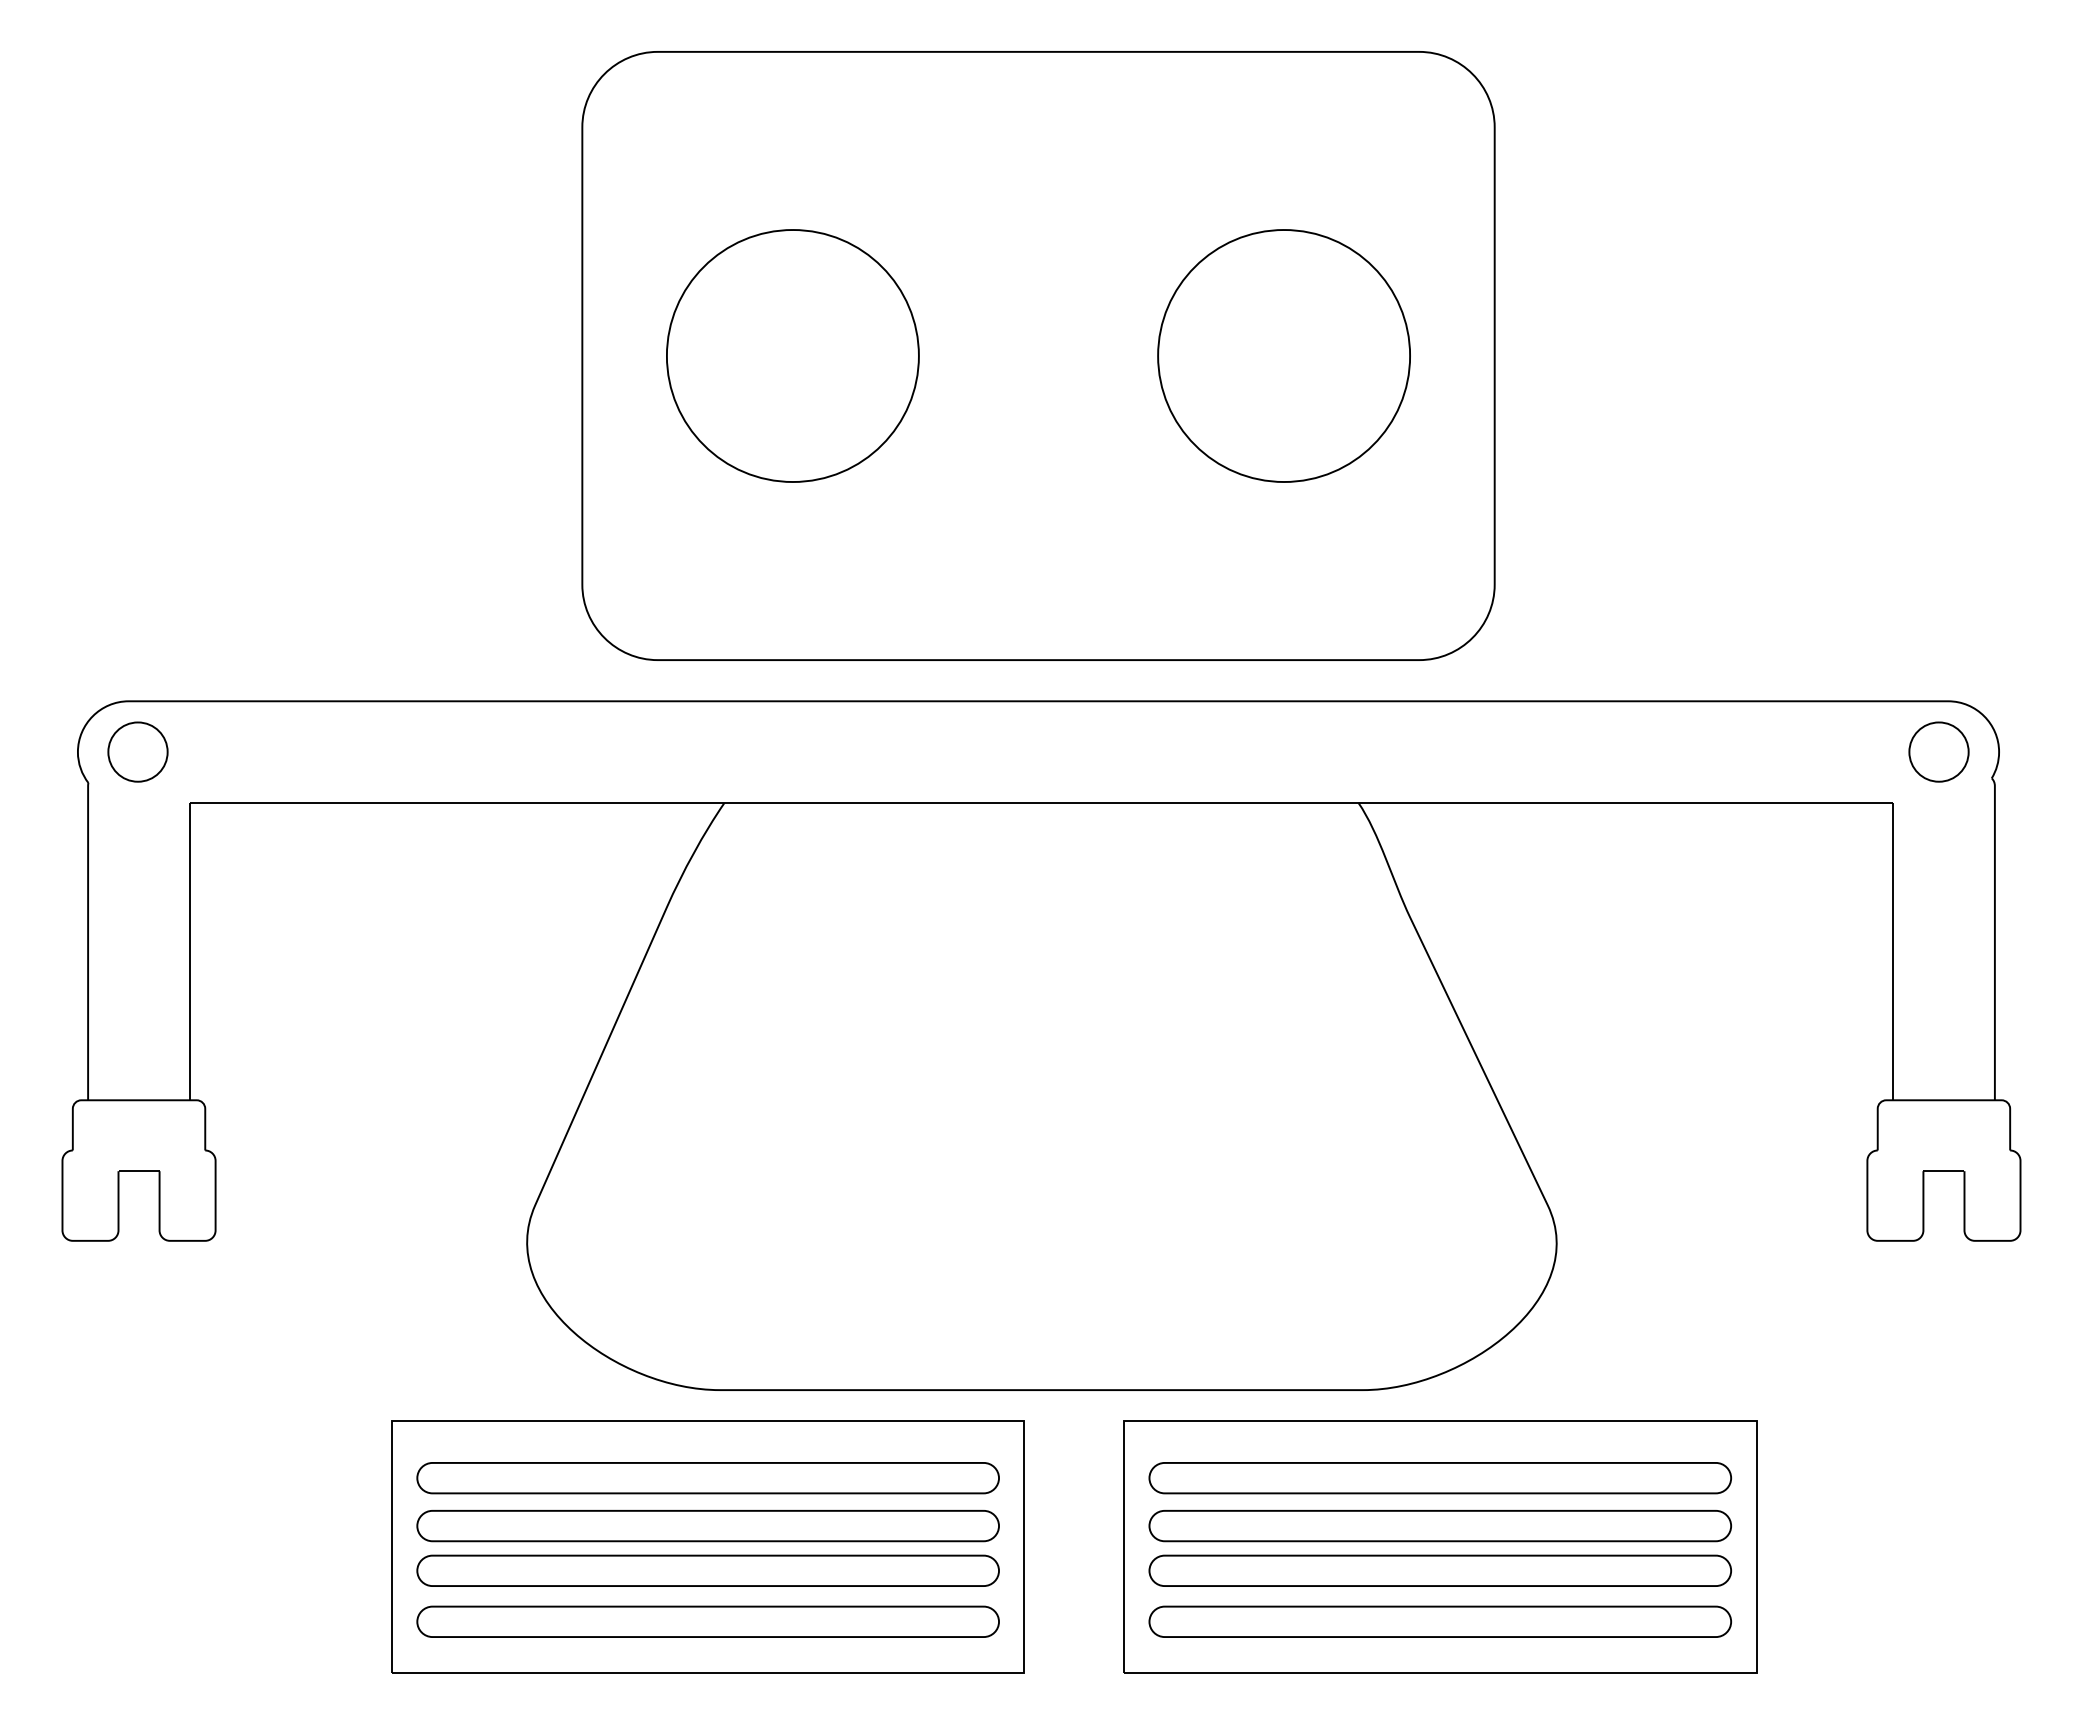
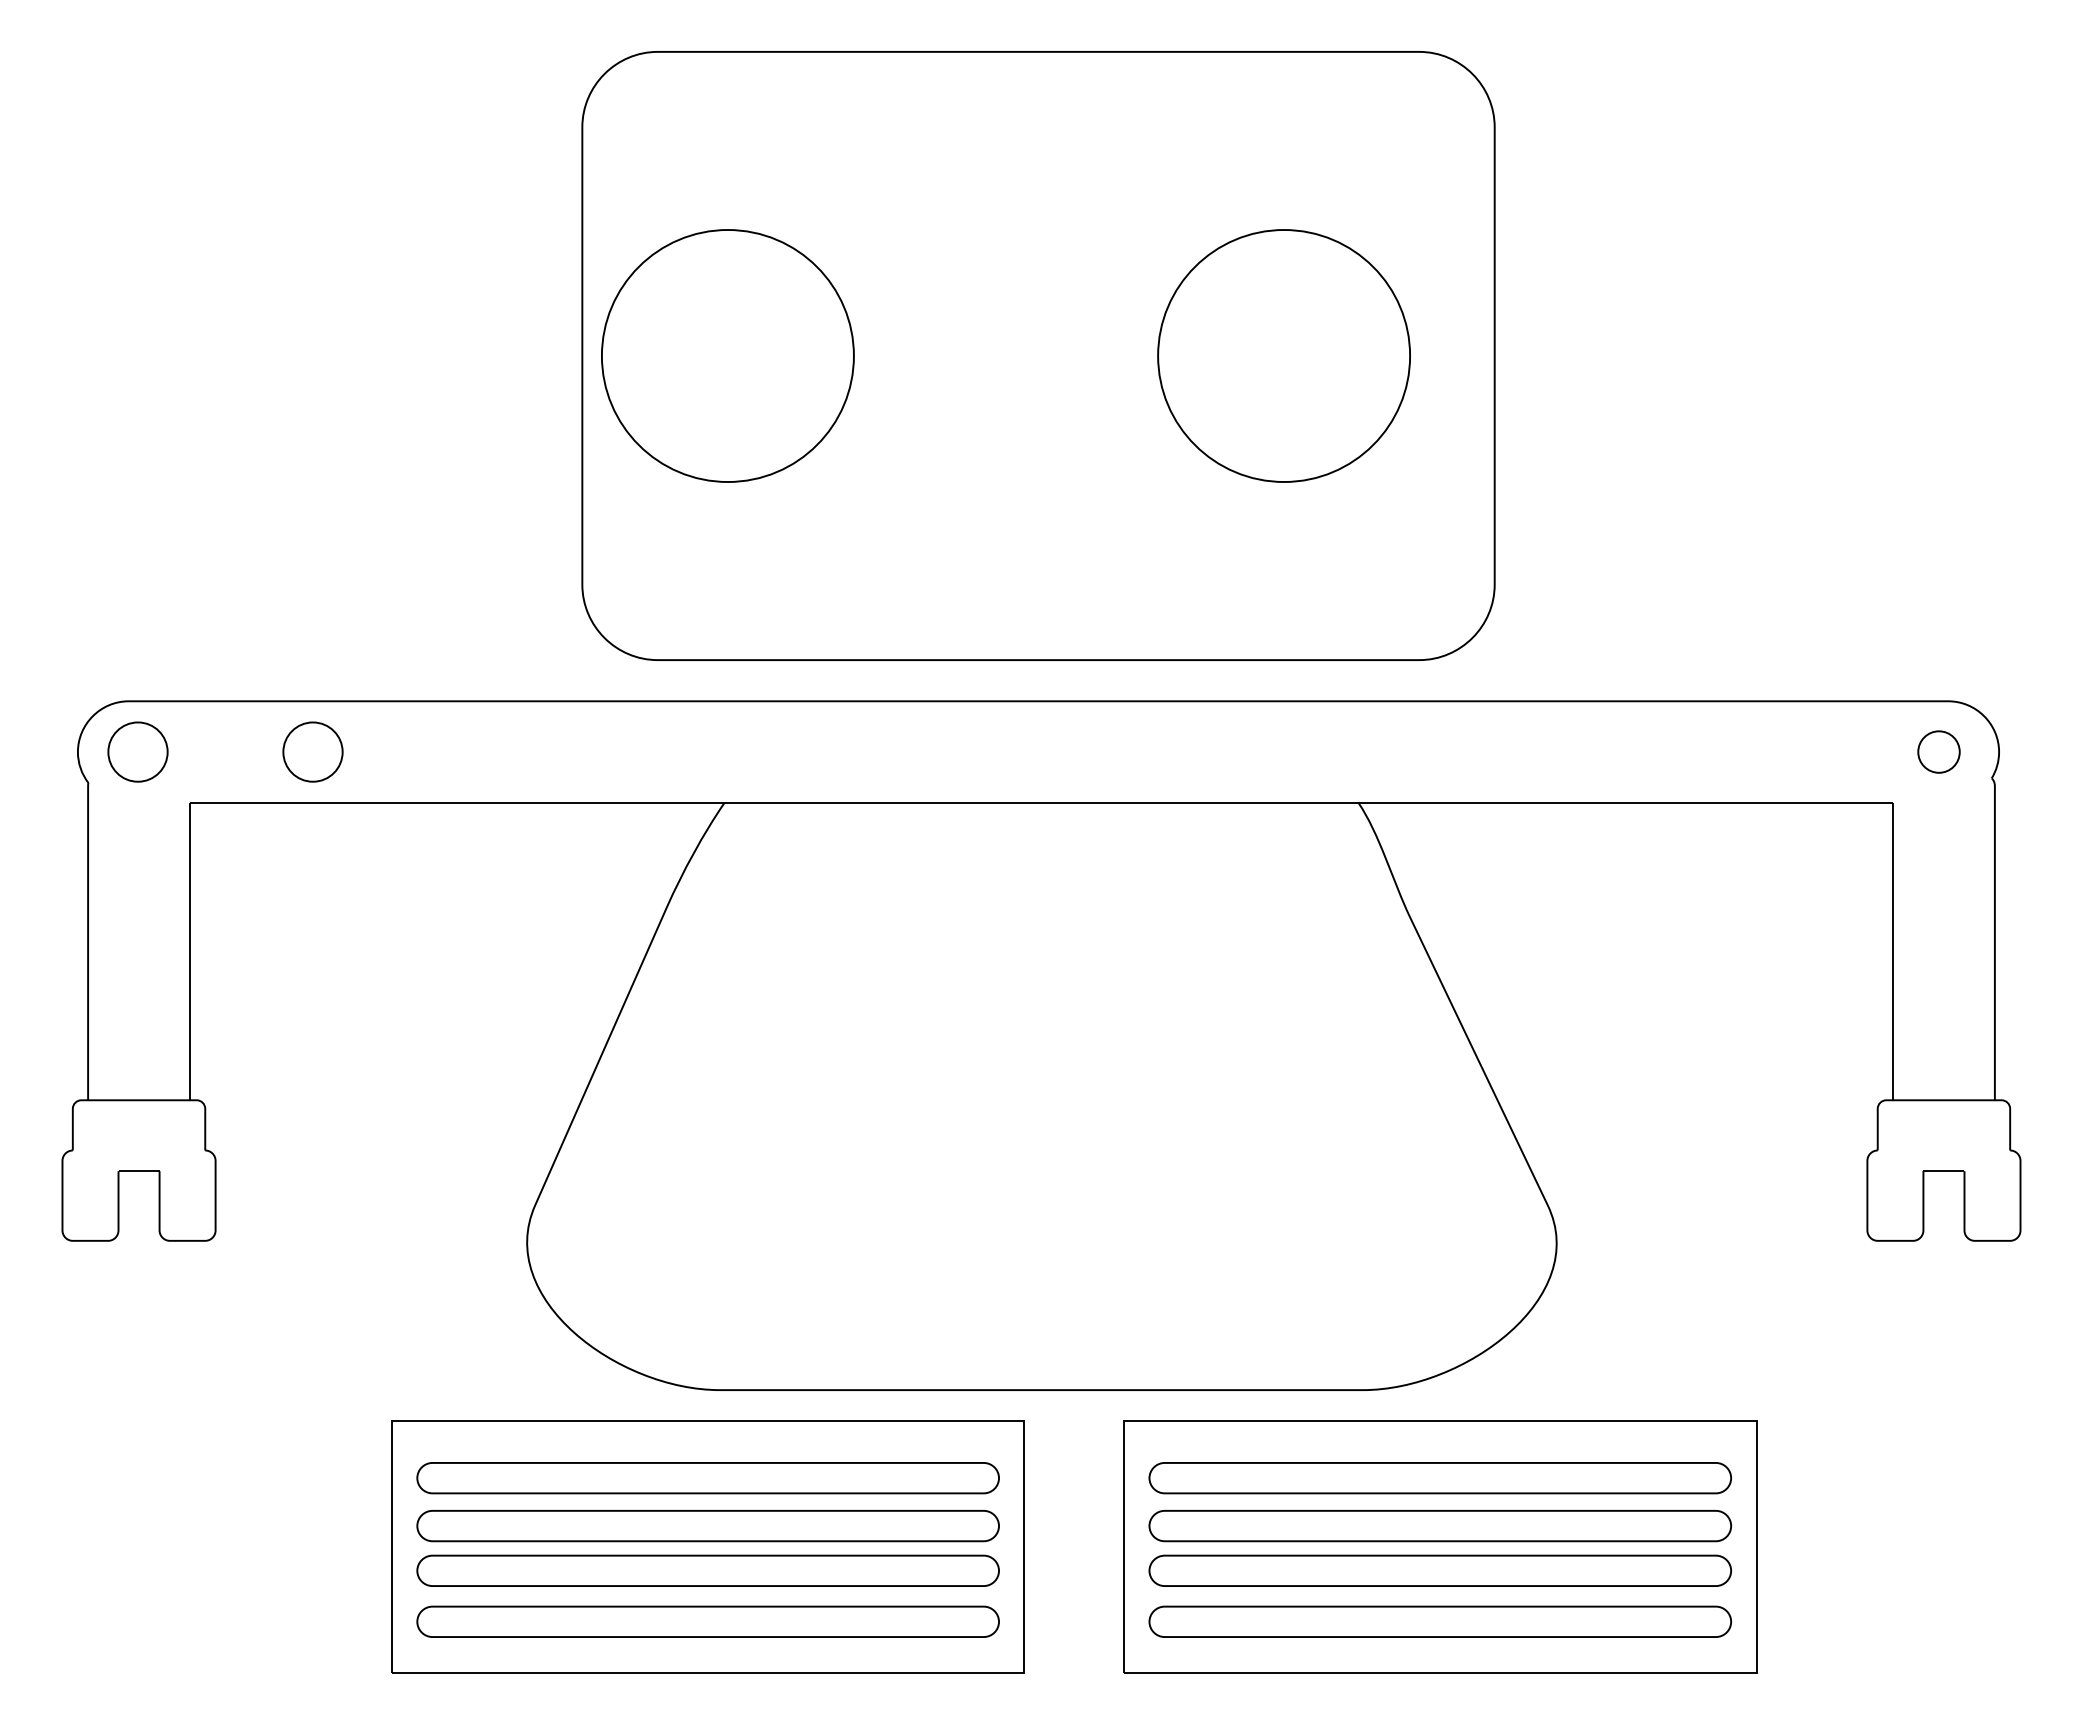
part at (792, 355) position: (792, 355) -> (727, 355)
part at (312, 751): none -> present
part at (1938, 751) size: 62x62 px -> 44x44 px
